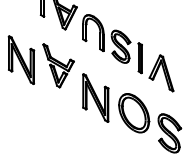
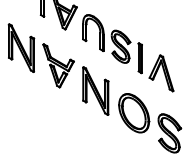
part at (21, 59) position: (21, 59) -> (21, 47)
part at (95, 97) position: (95, 97) -> (95, 90)
